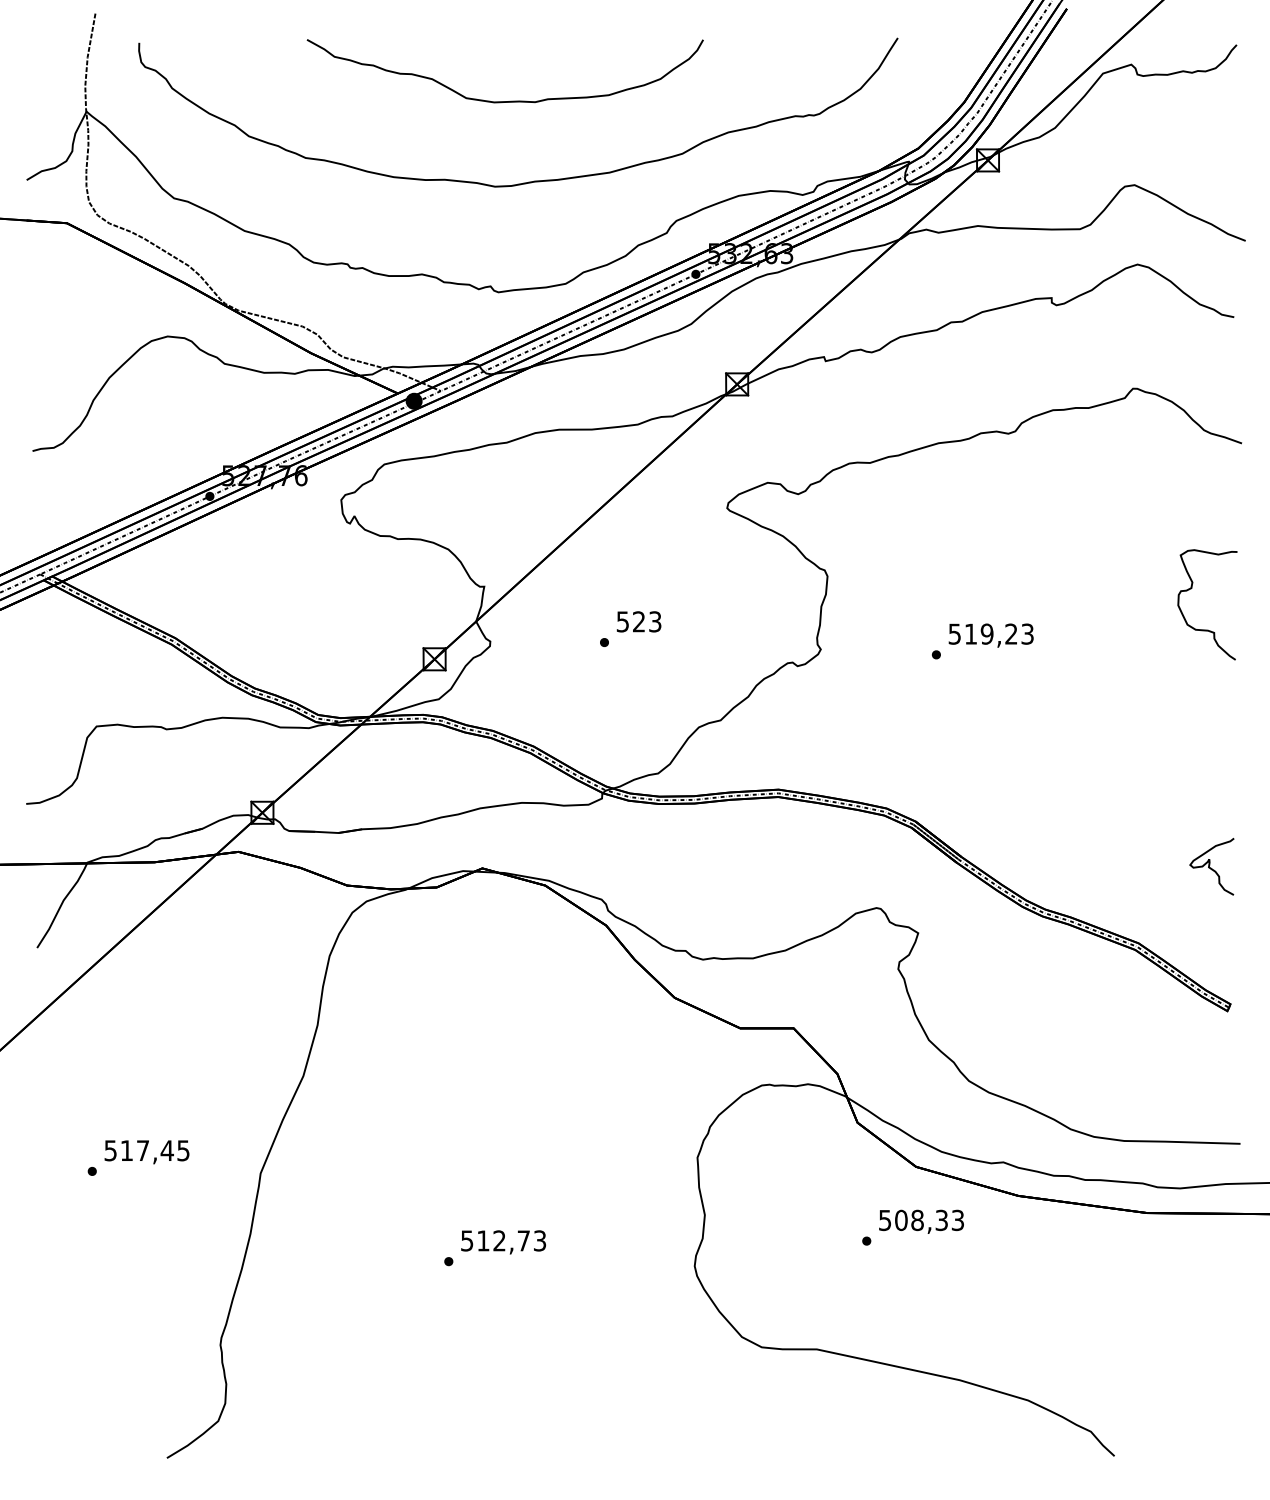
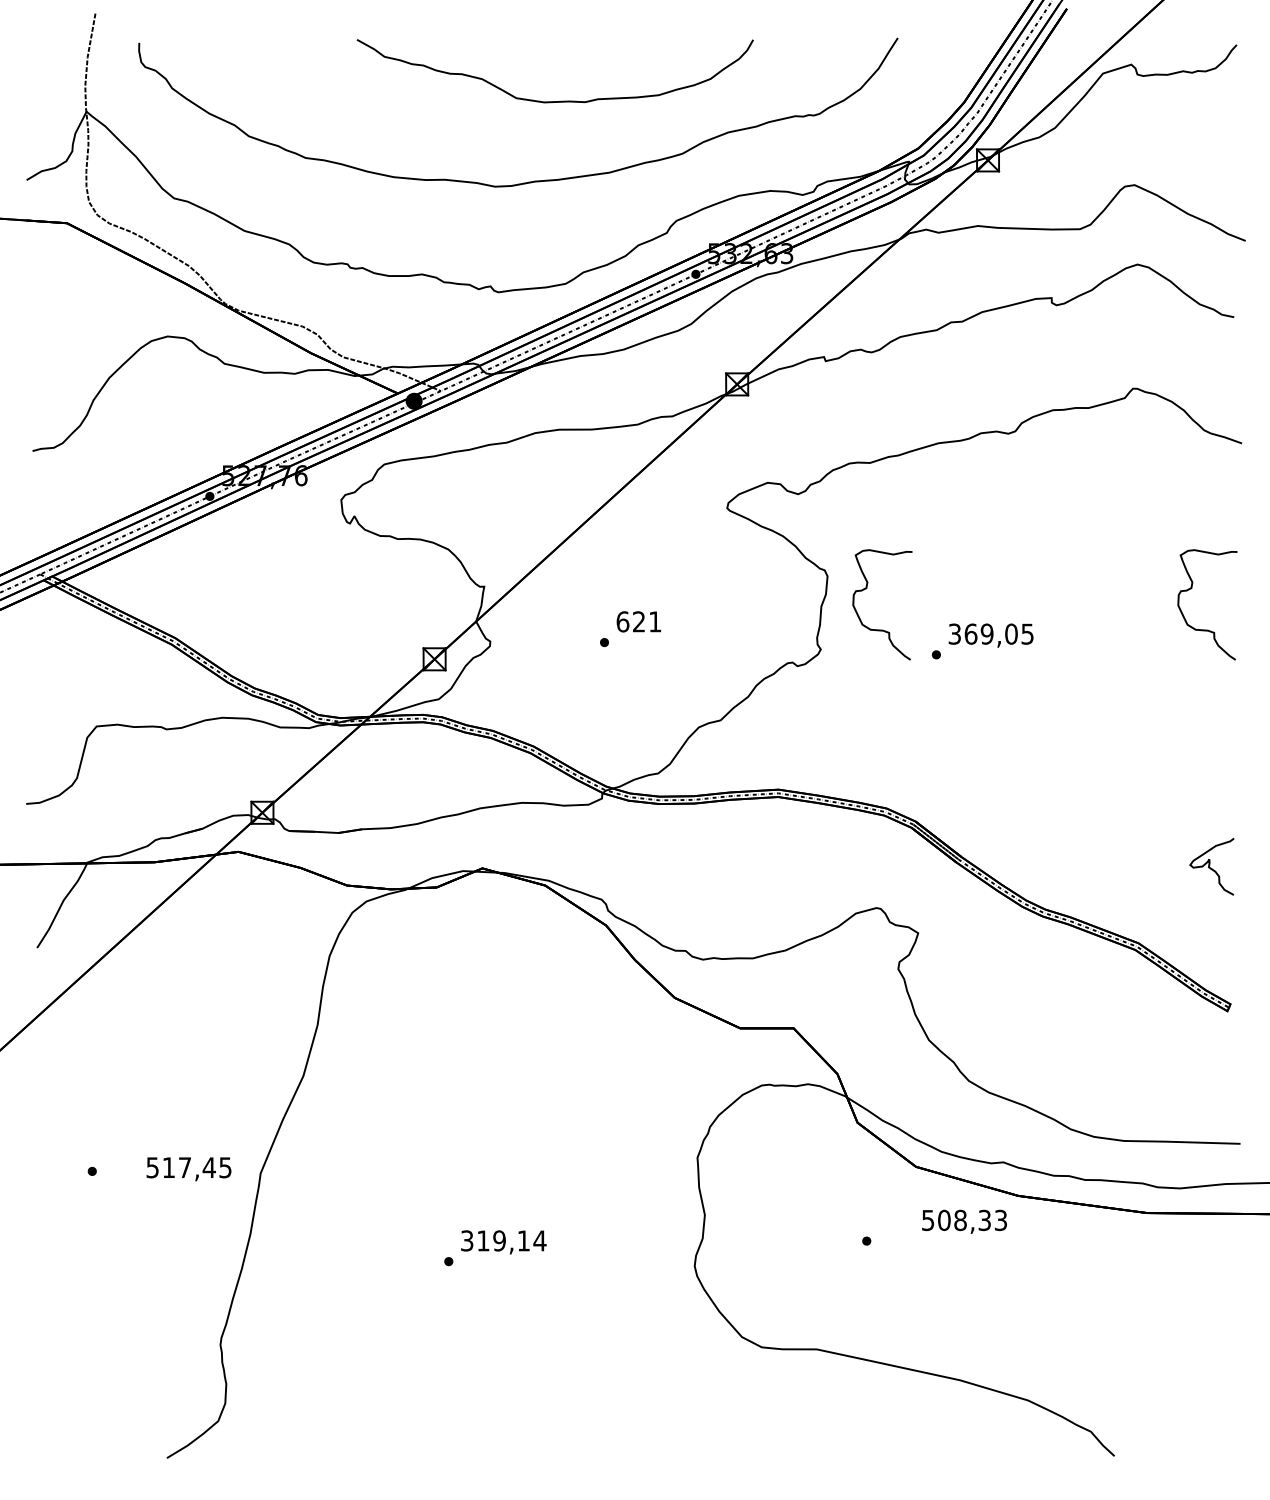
curve at (510, 100) position: (510, 100) -> (560, 100)
curve at (867, 588): none -> present
text at (638, 621): 523 -> 621
text at (991, 633): 519,23 -> 369,05
text at (146, 1152) position: (146, 1152) -> (188, 1169)
text at (921, 1221) position: (921, 1221) -> (964, 1221)
text at (503, 1240): 512,73 -> 319,14
